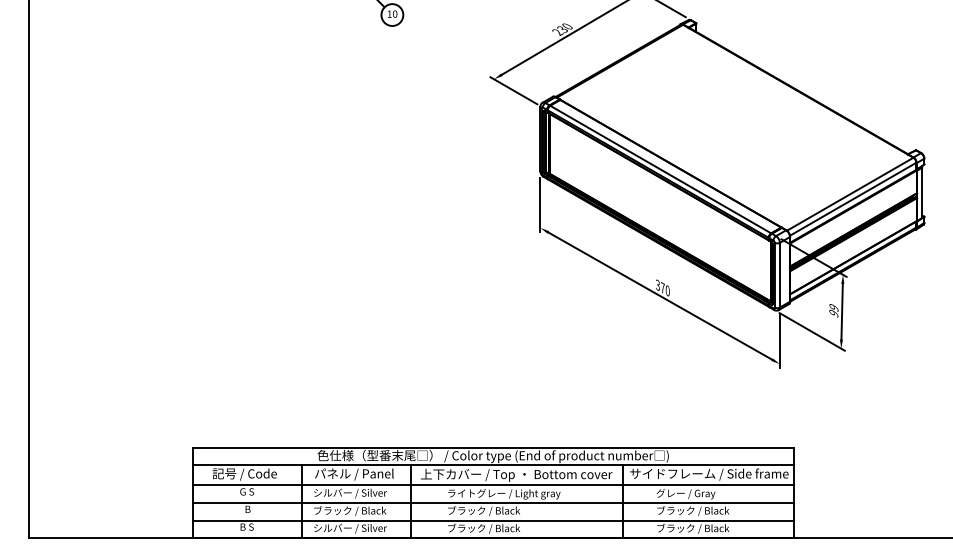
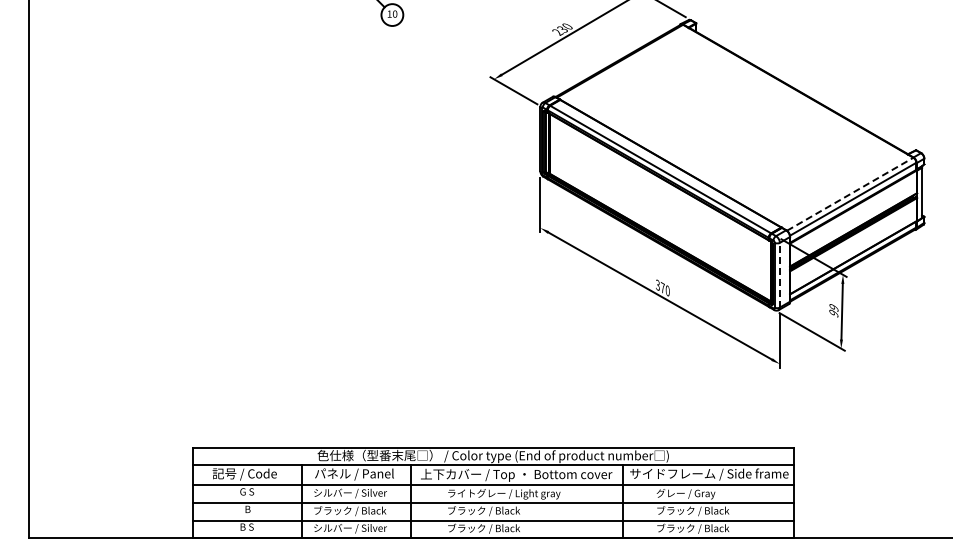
line at (850, 194): solid -> dashed
line at (779, 274): solid -> dashed
